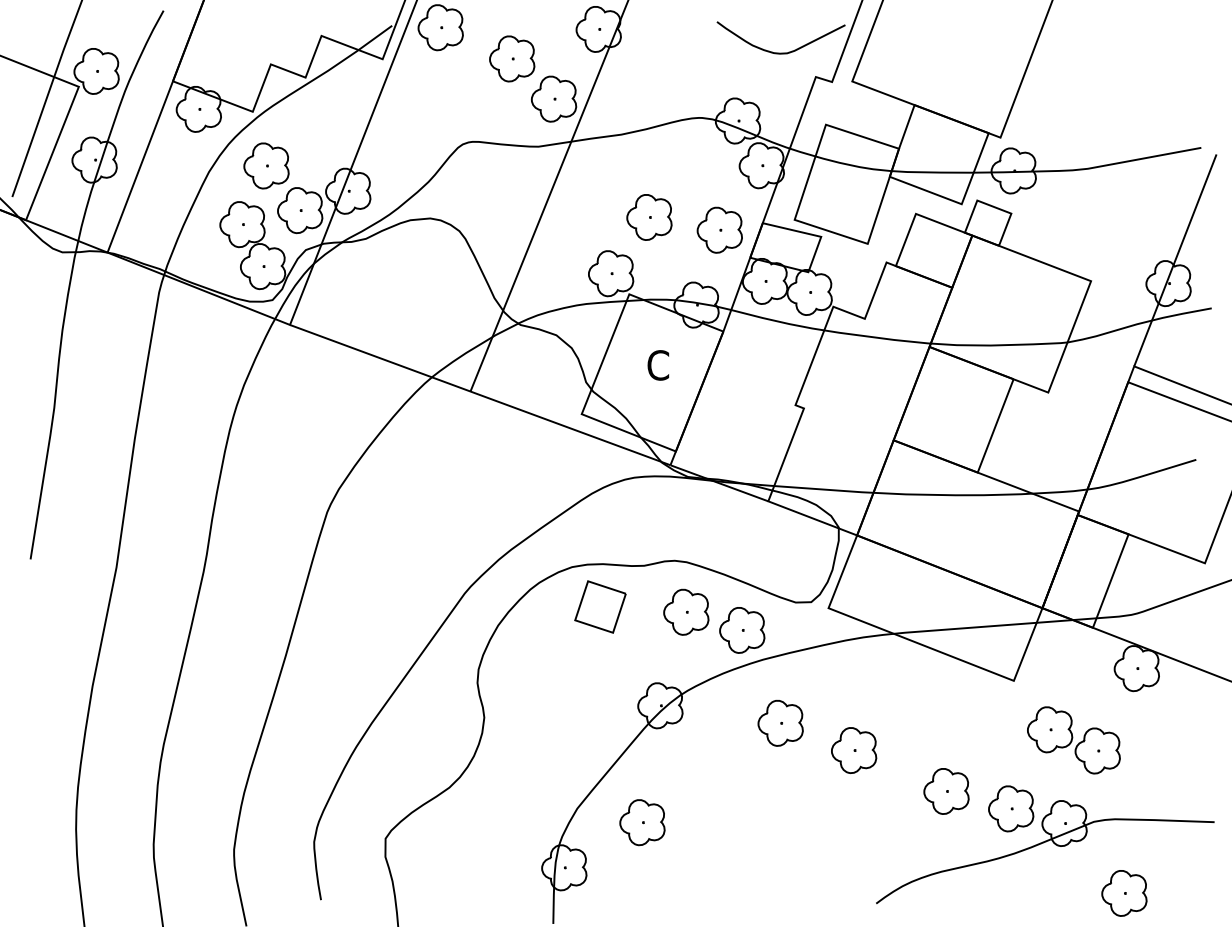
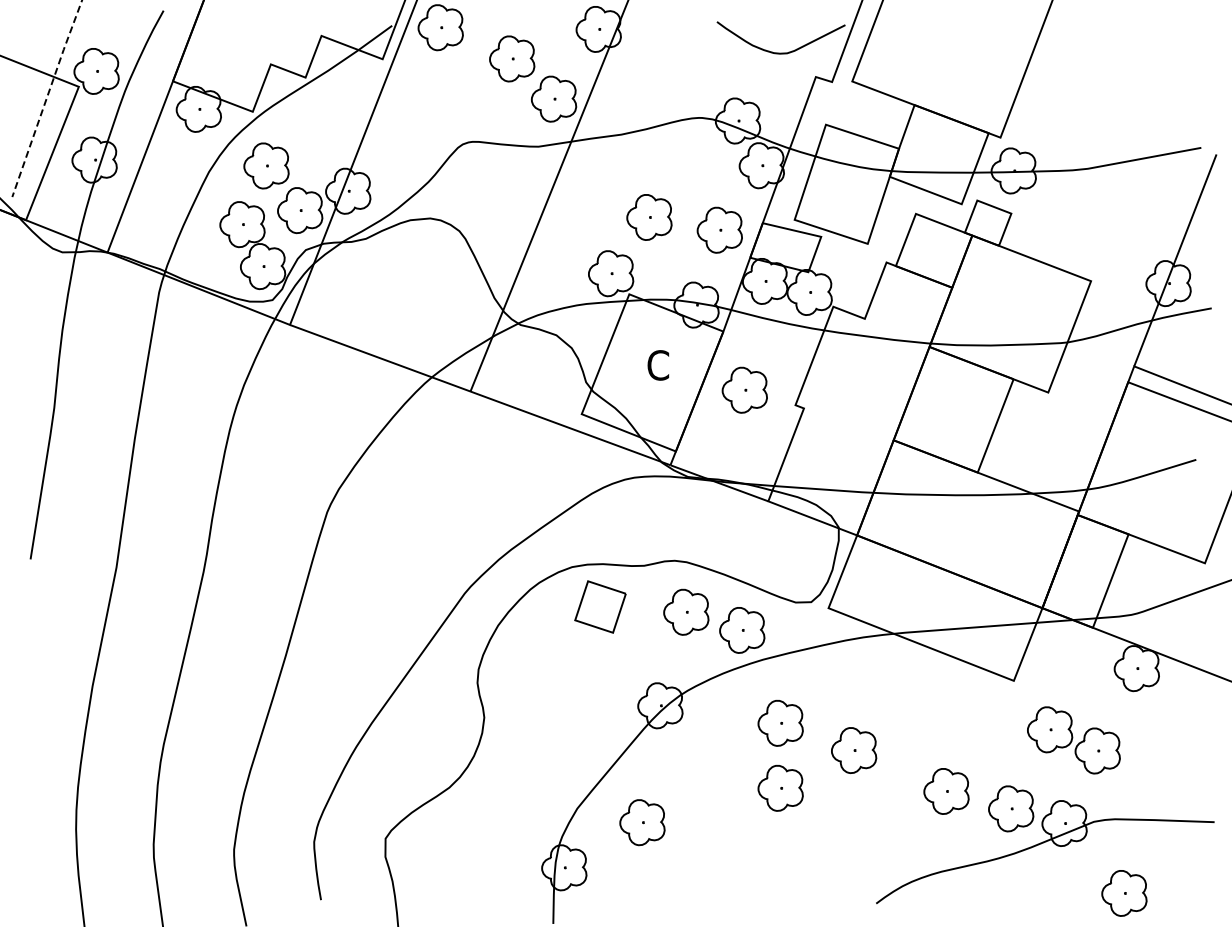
line at (46, 97): solid -> dashed
part at (744, 389): none -> present
part at (780, 787): none -> present
